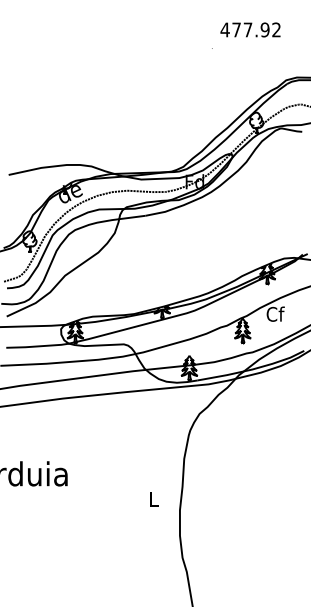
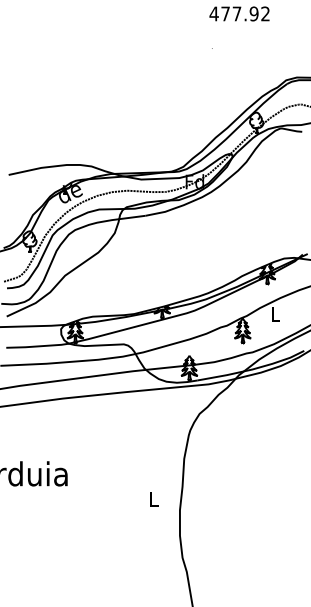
text at (250, 29) position: (250, 29) -> (239, 13)
text at (275, 313): Cf -> L
